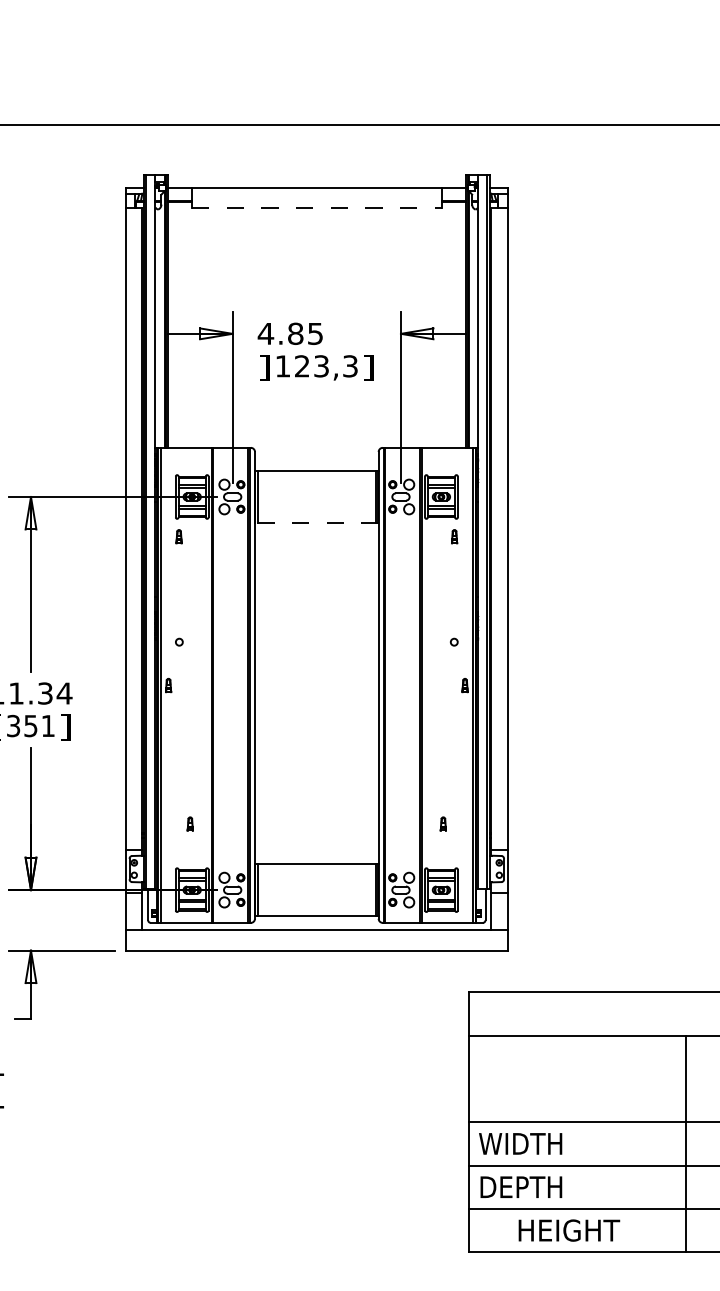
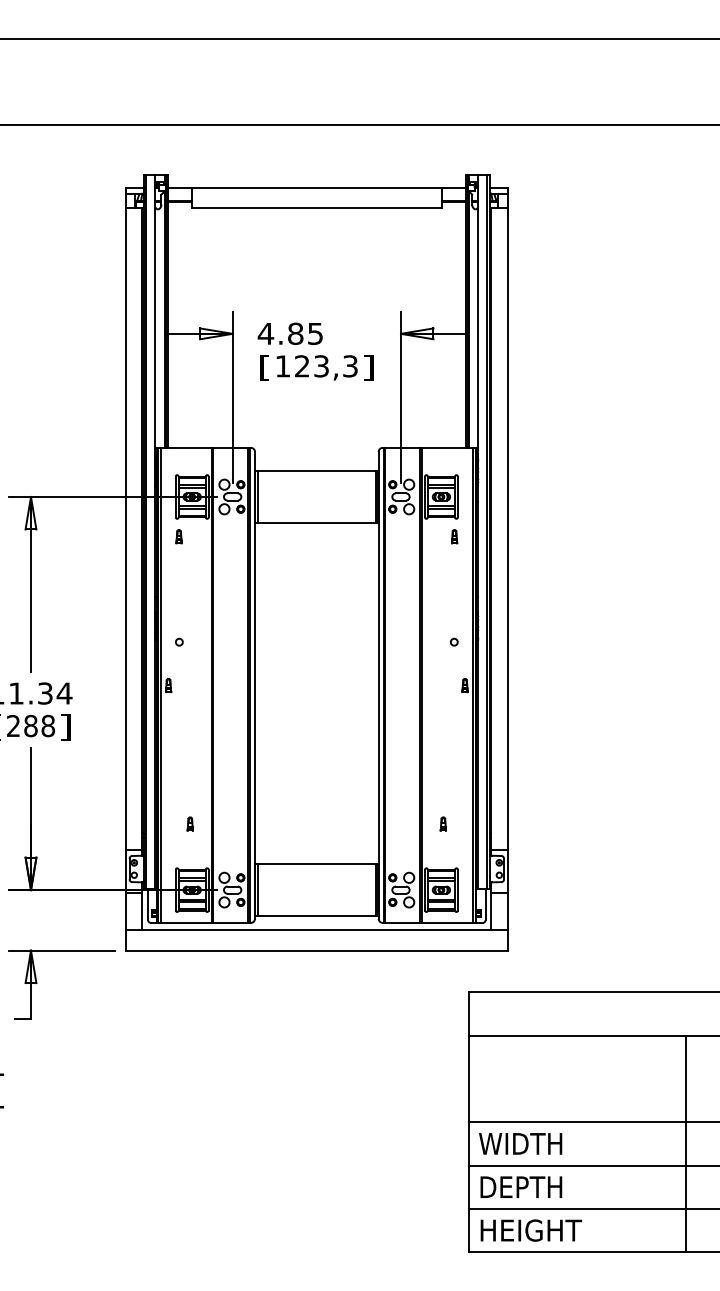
line at (359, 38): none -> present
line at (316, 208): dashed -> solid
text at (264, 367): ] -> [
line at (316, 522): dashed -> solid
text at (31, 725): 351 -> 288
text at (569, 1230) position: (569, 1230) -> (531, 1230)
